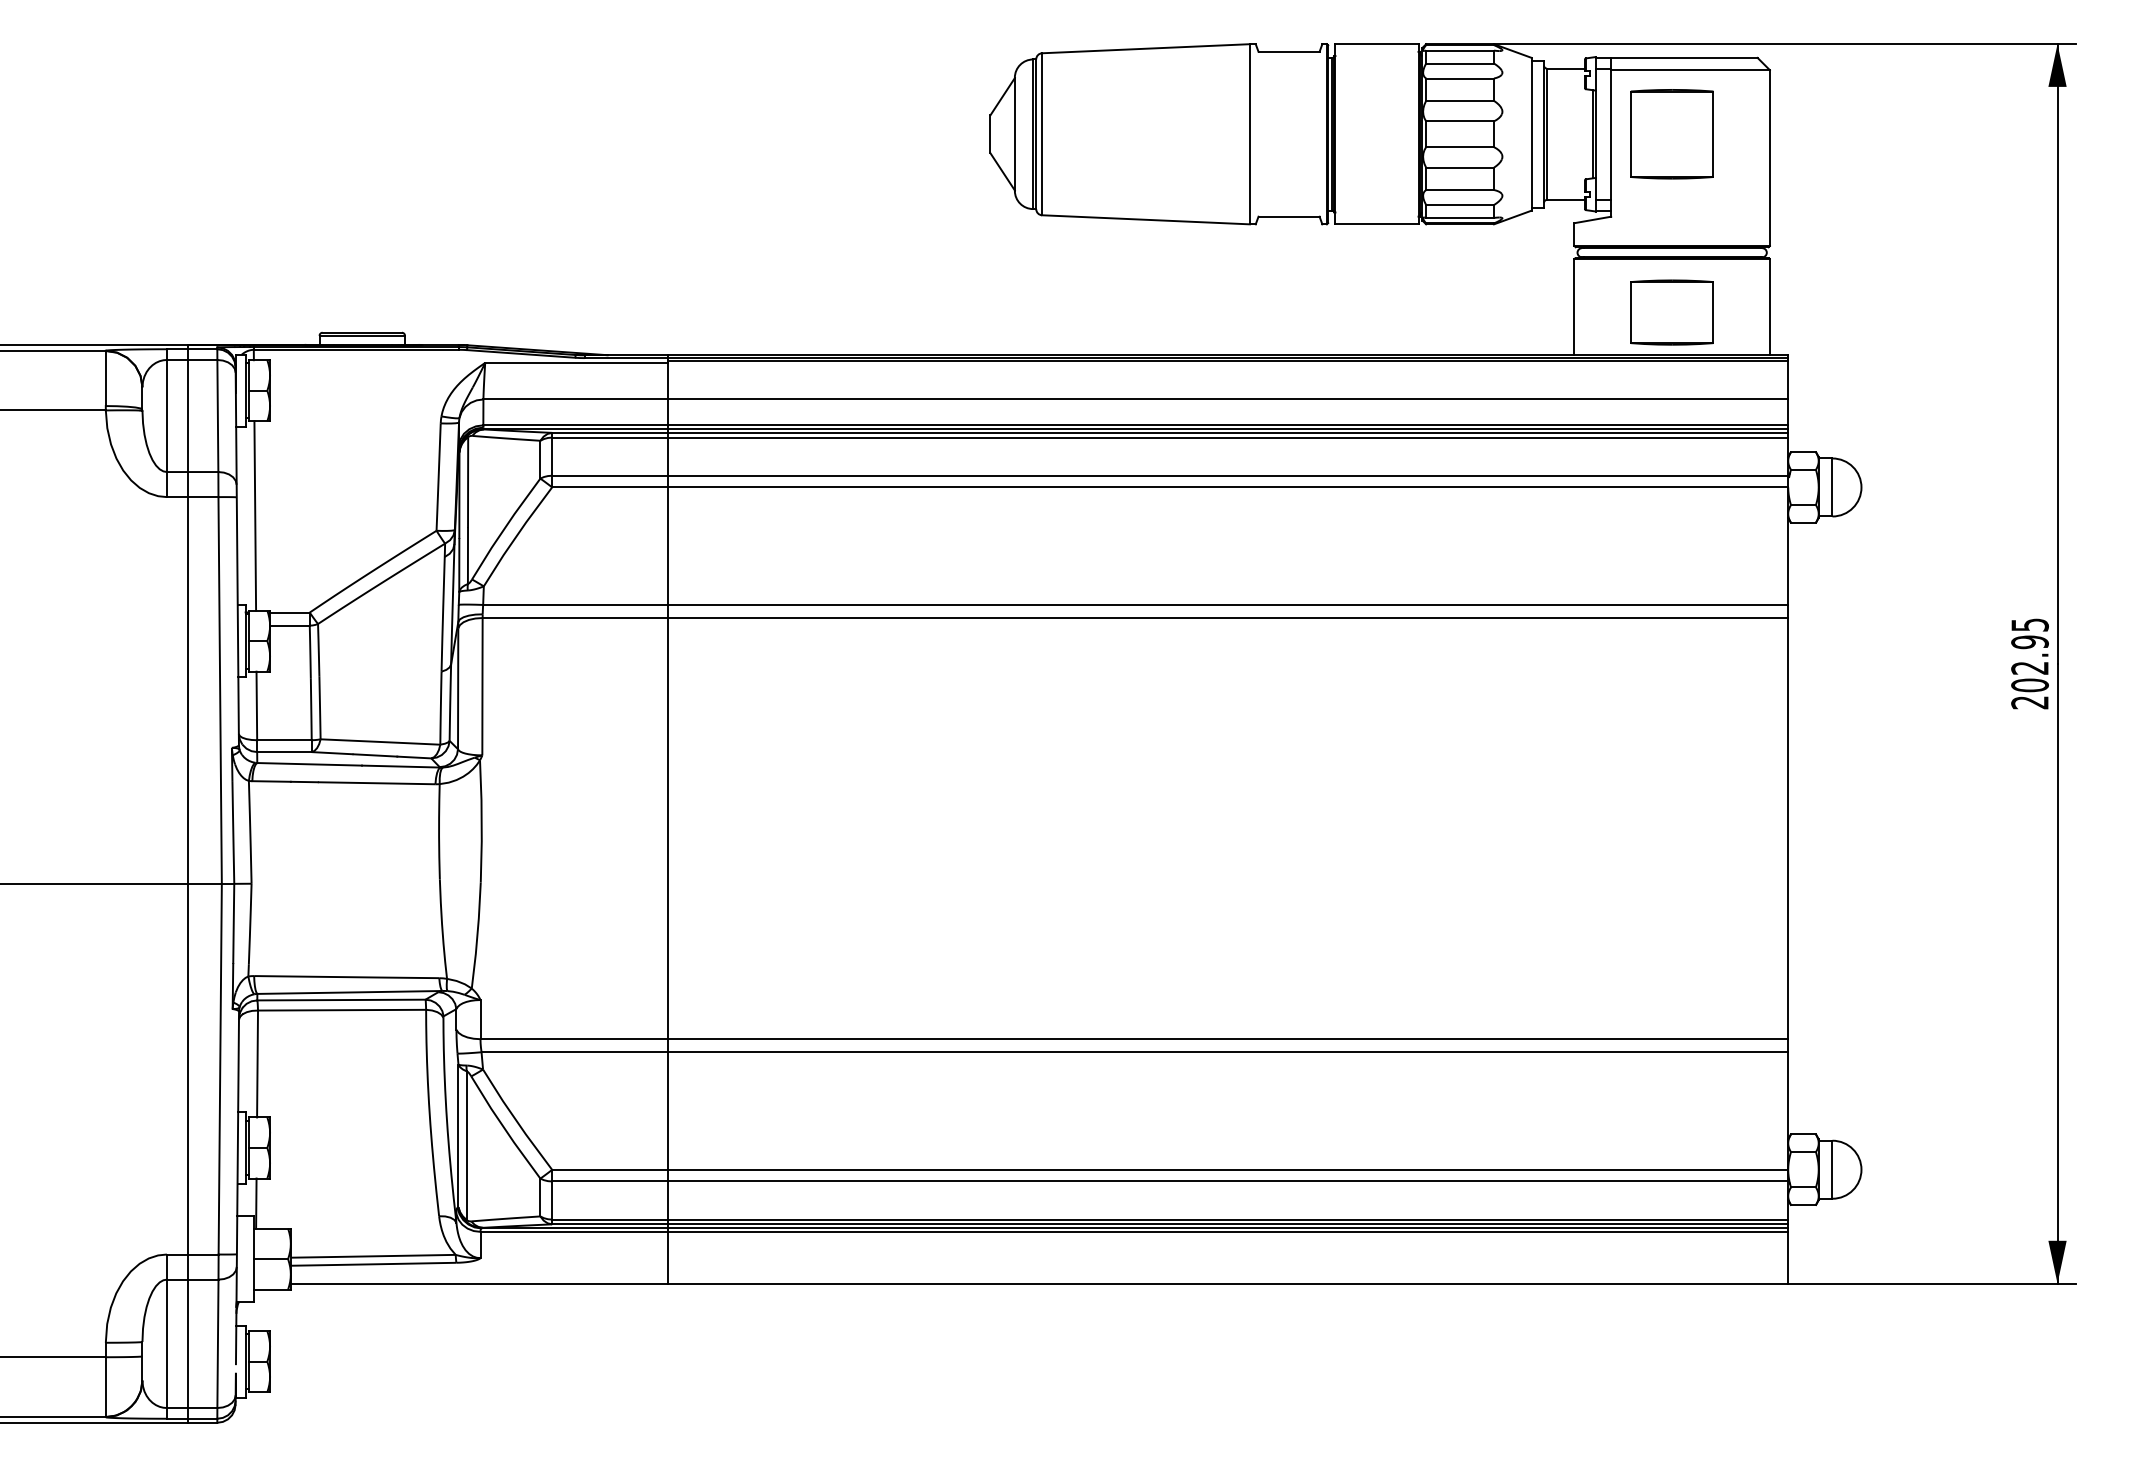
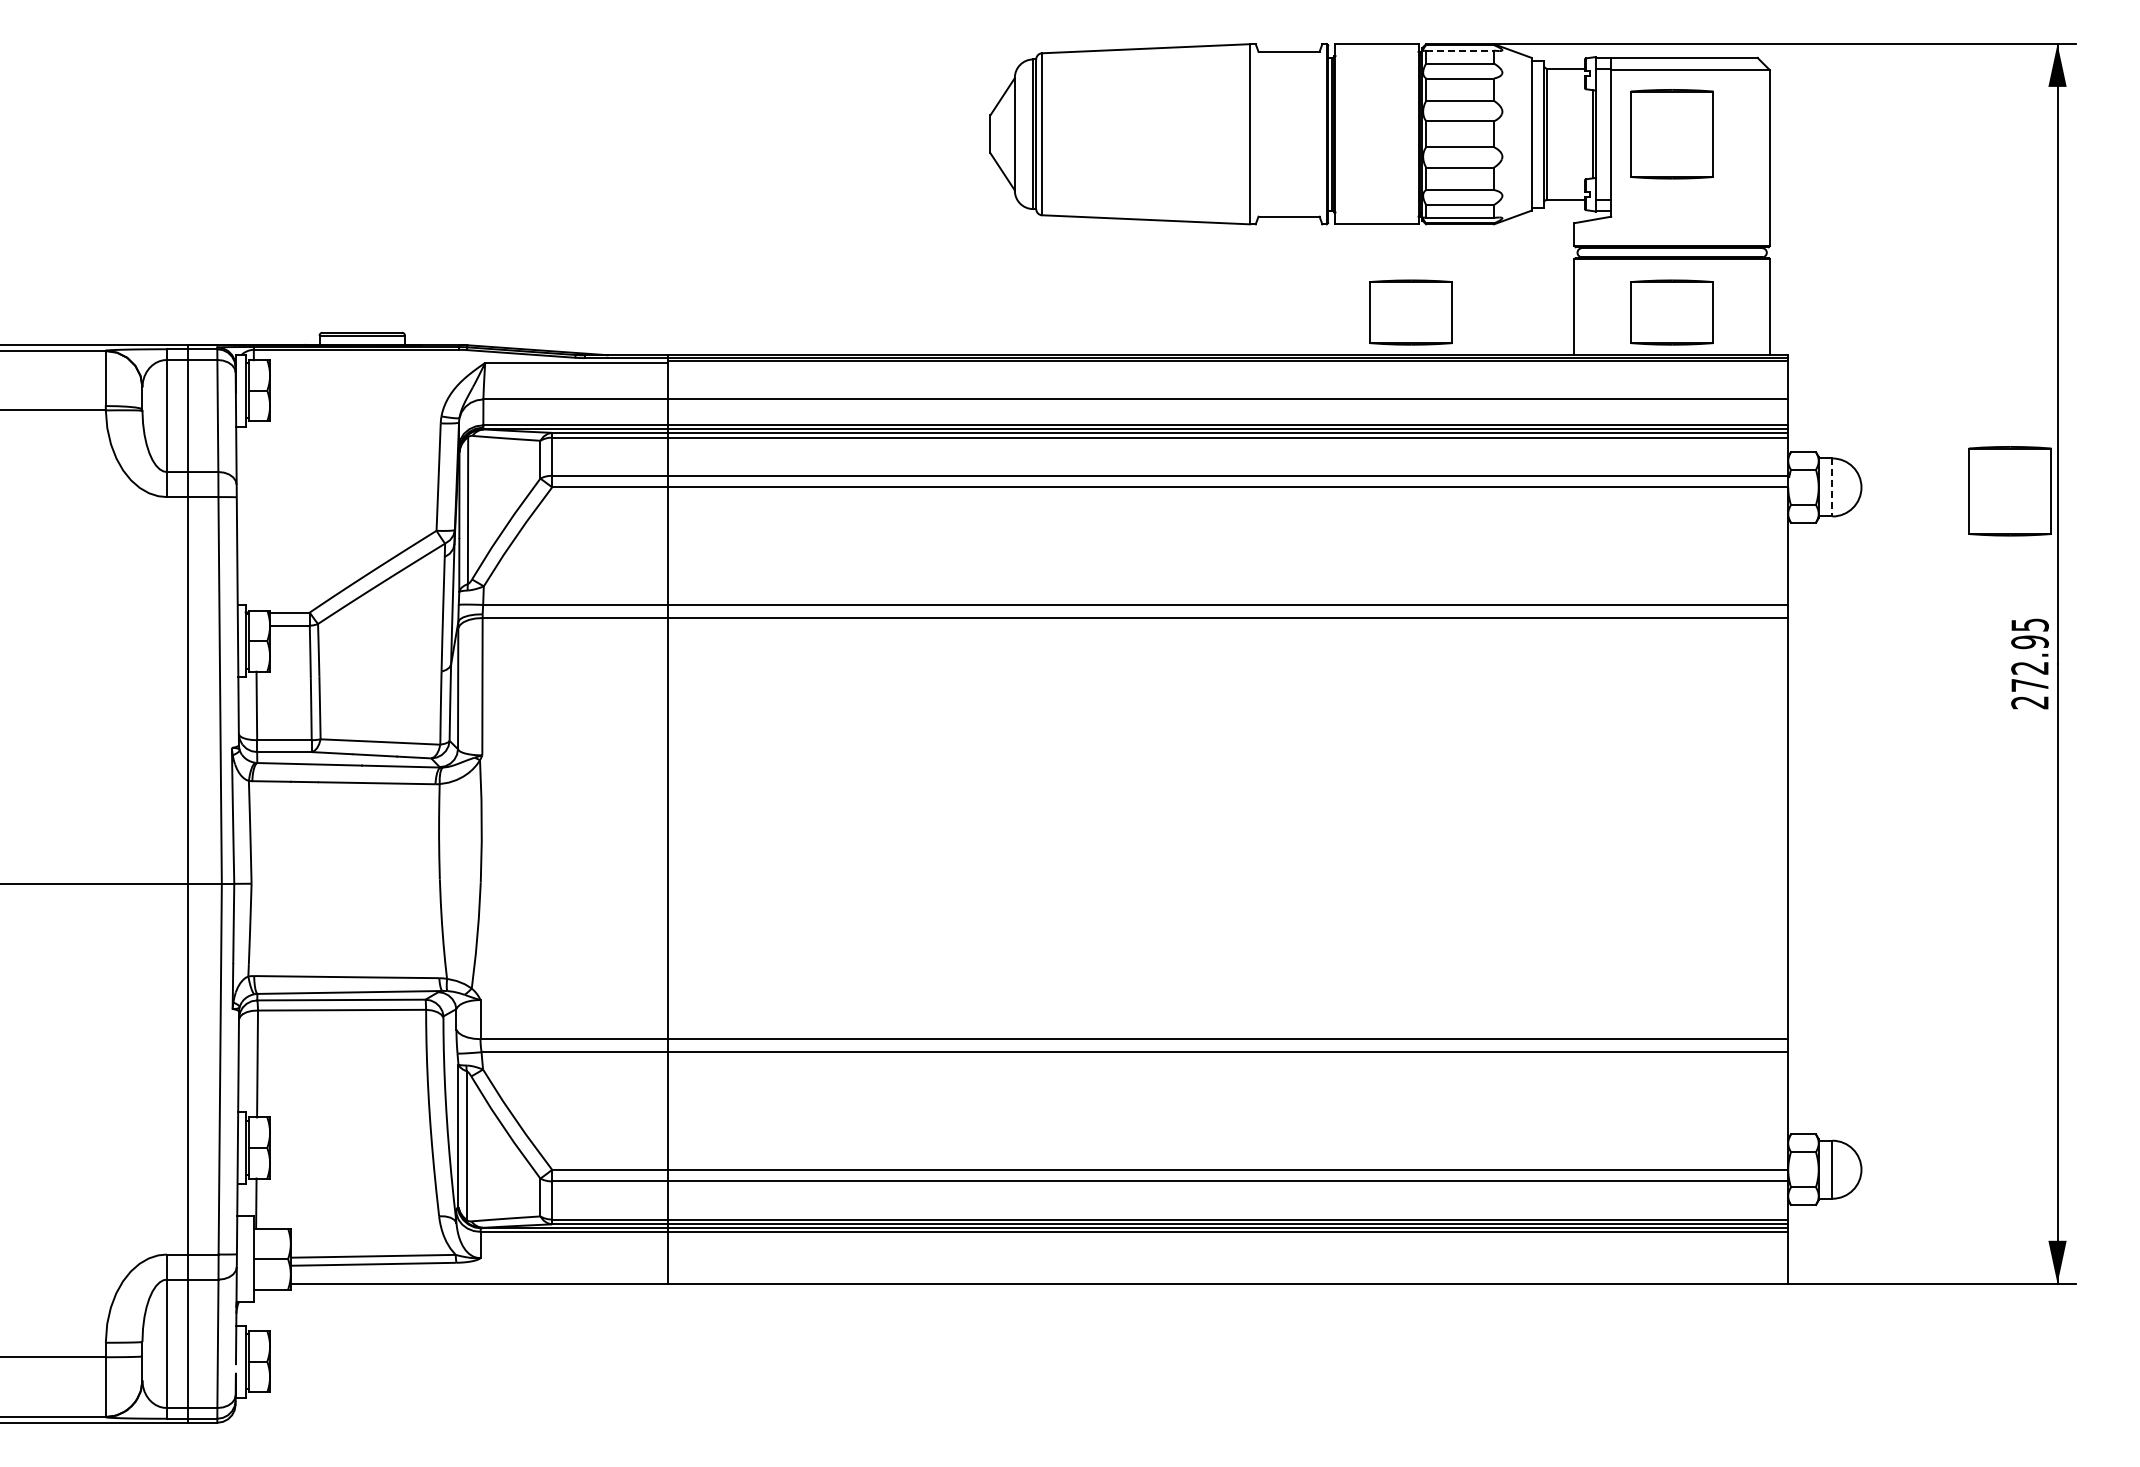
line at (1460, 50): solid -> dashed
part at (1410, 312): none -> present
line at (1832, 487): solid -> dashed
part at (2009, 491): none -> present
line at (255, 515): present -> none
text at (2029, 685): 202.95 -> 272.95
